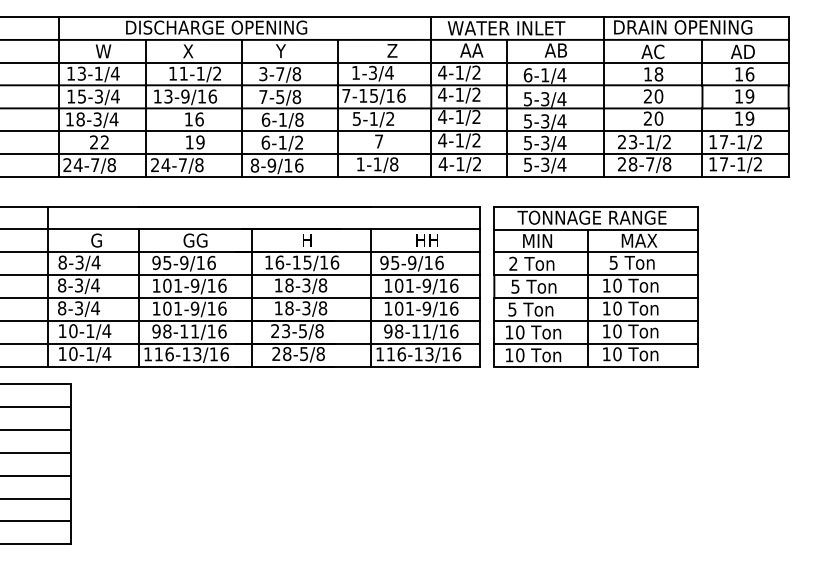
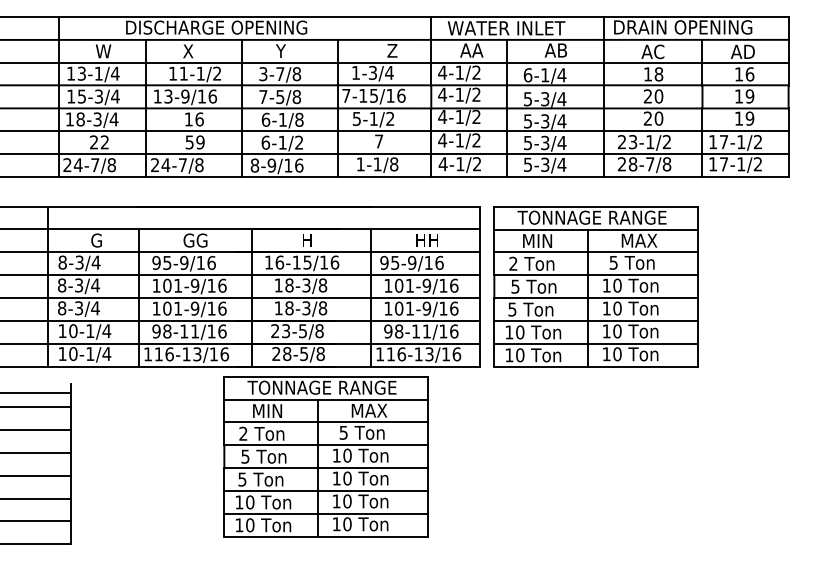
text at (189, 142): 19 -> 59
line at (35, 384) position: (35, 384) -> (35, 393)
part at (325, 456): none -> present
